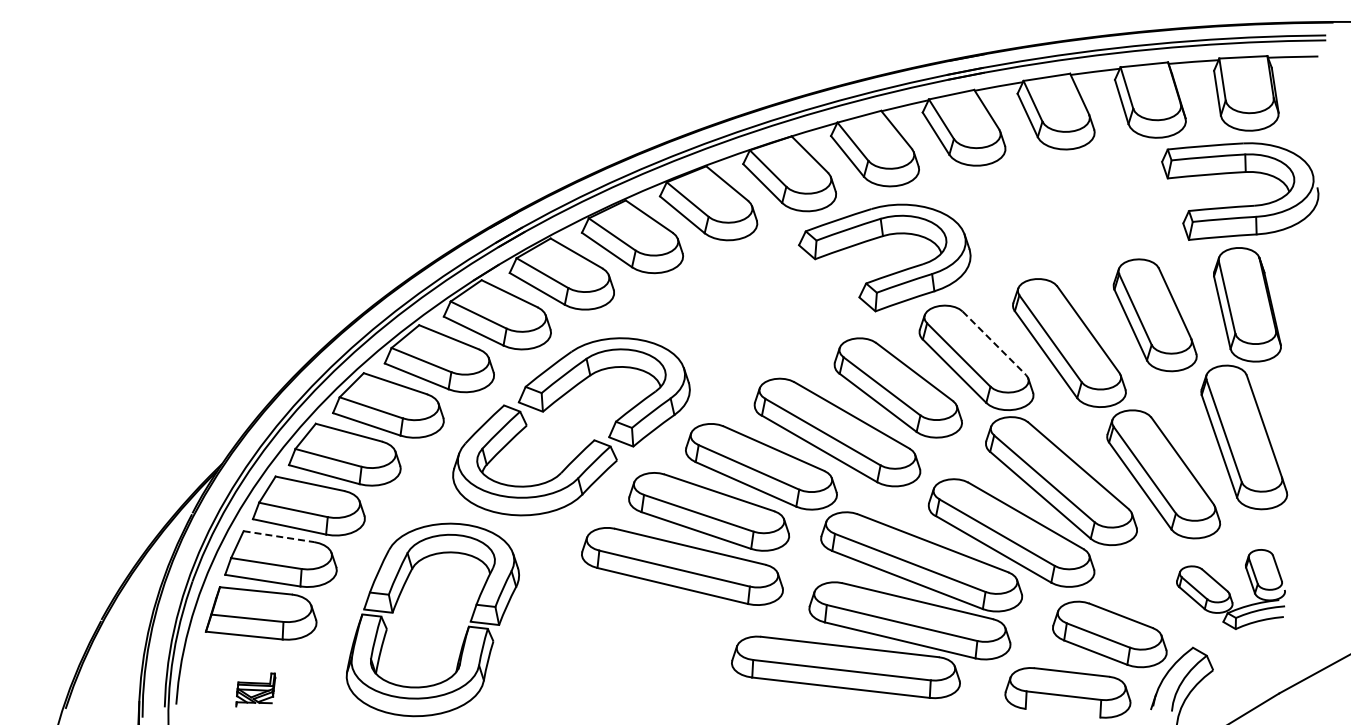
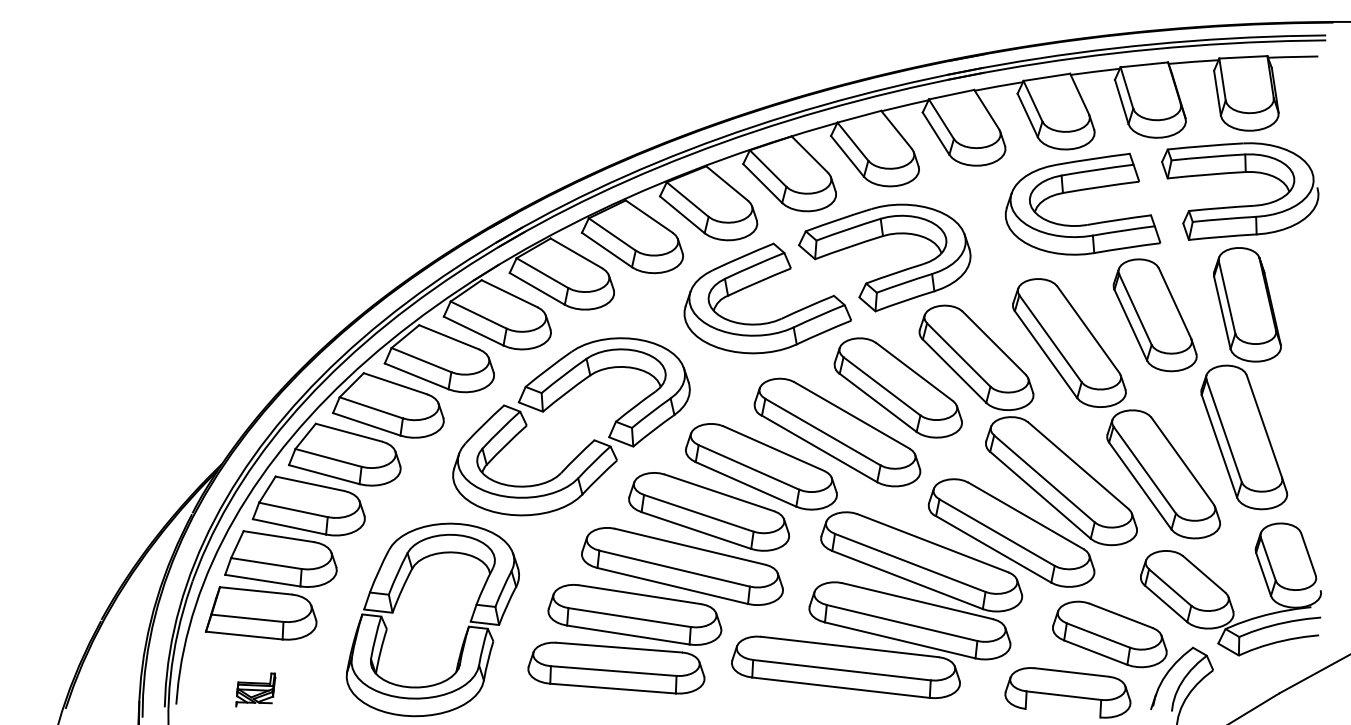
part at (1079, 191): none -> present
part at (760, 282): none -> present
line at (994, 343): dashed -> solid
line at (278, 536): dashed -> solid
part at (1230, 589) size: 110x81 px -> 182x135 px
part at (624, 639): none -> present
